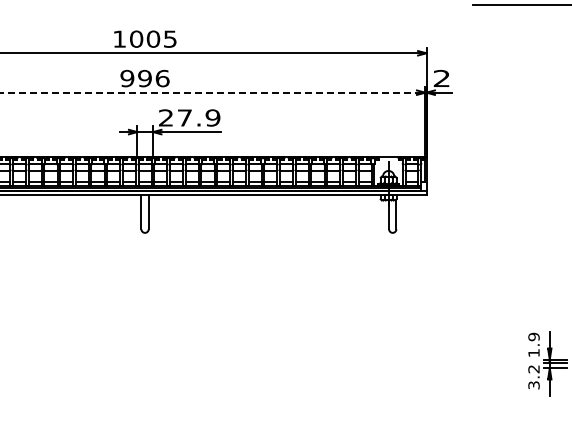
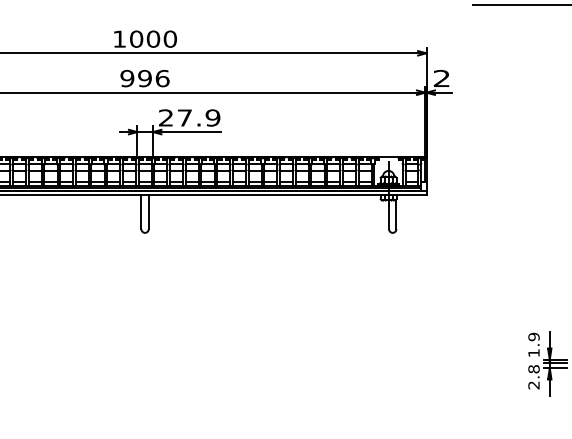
text at (169, 38): 1005 -> 1000
line at (213, 92): dashed -> solid
text at (533, 377): 3.2 -> 2.8
